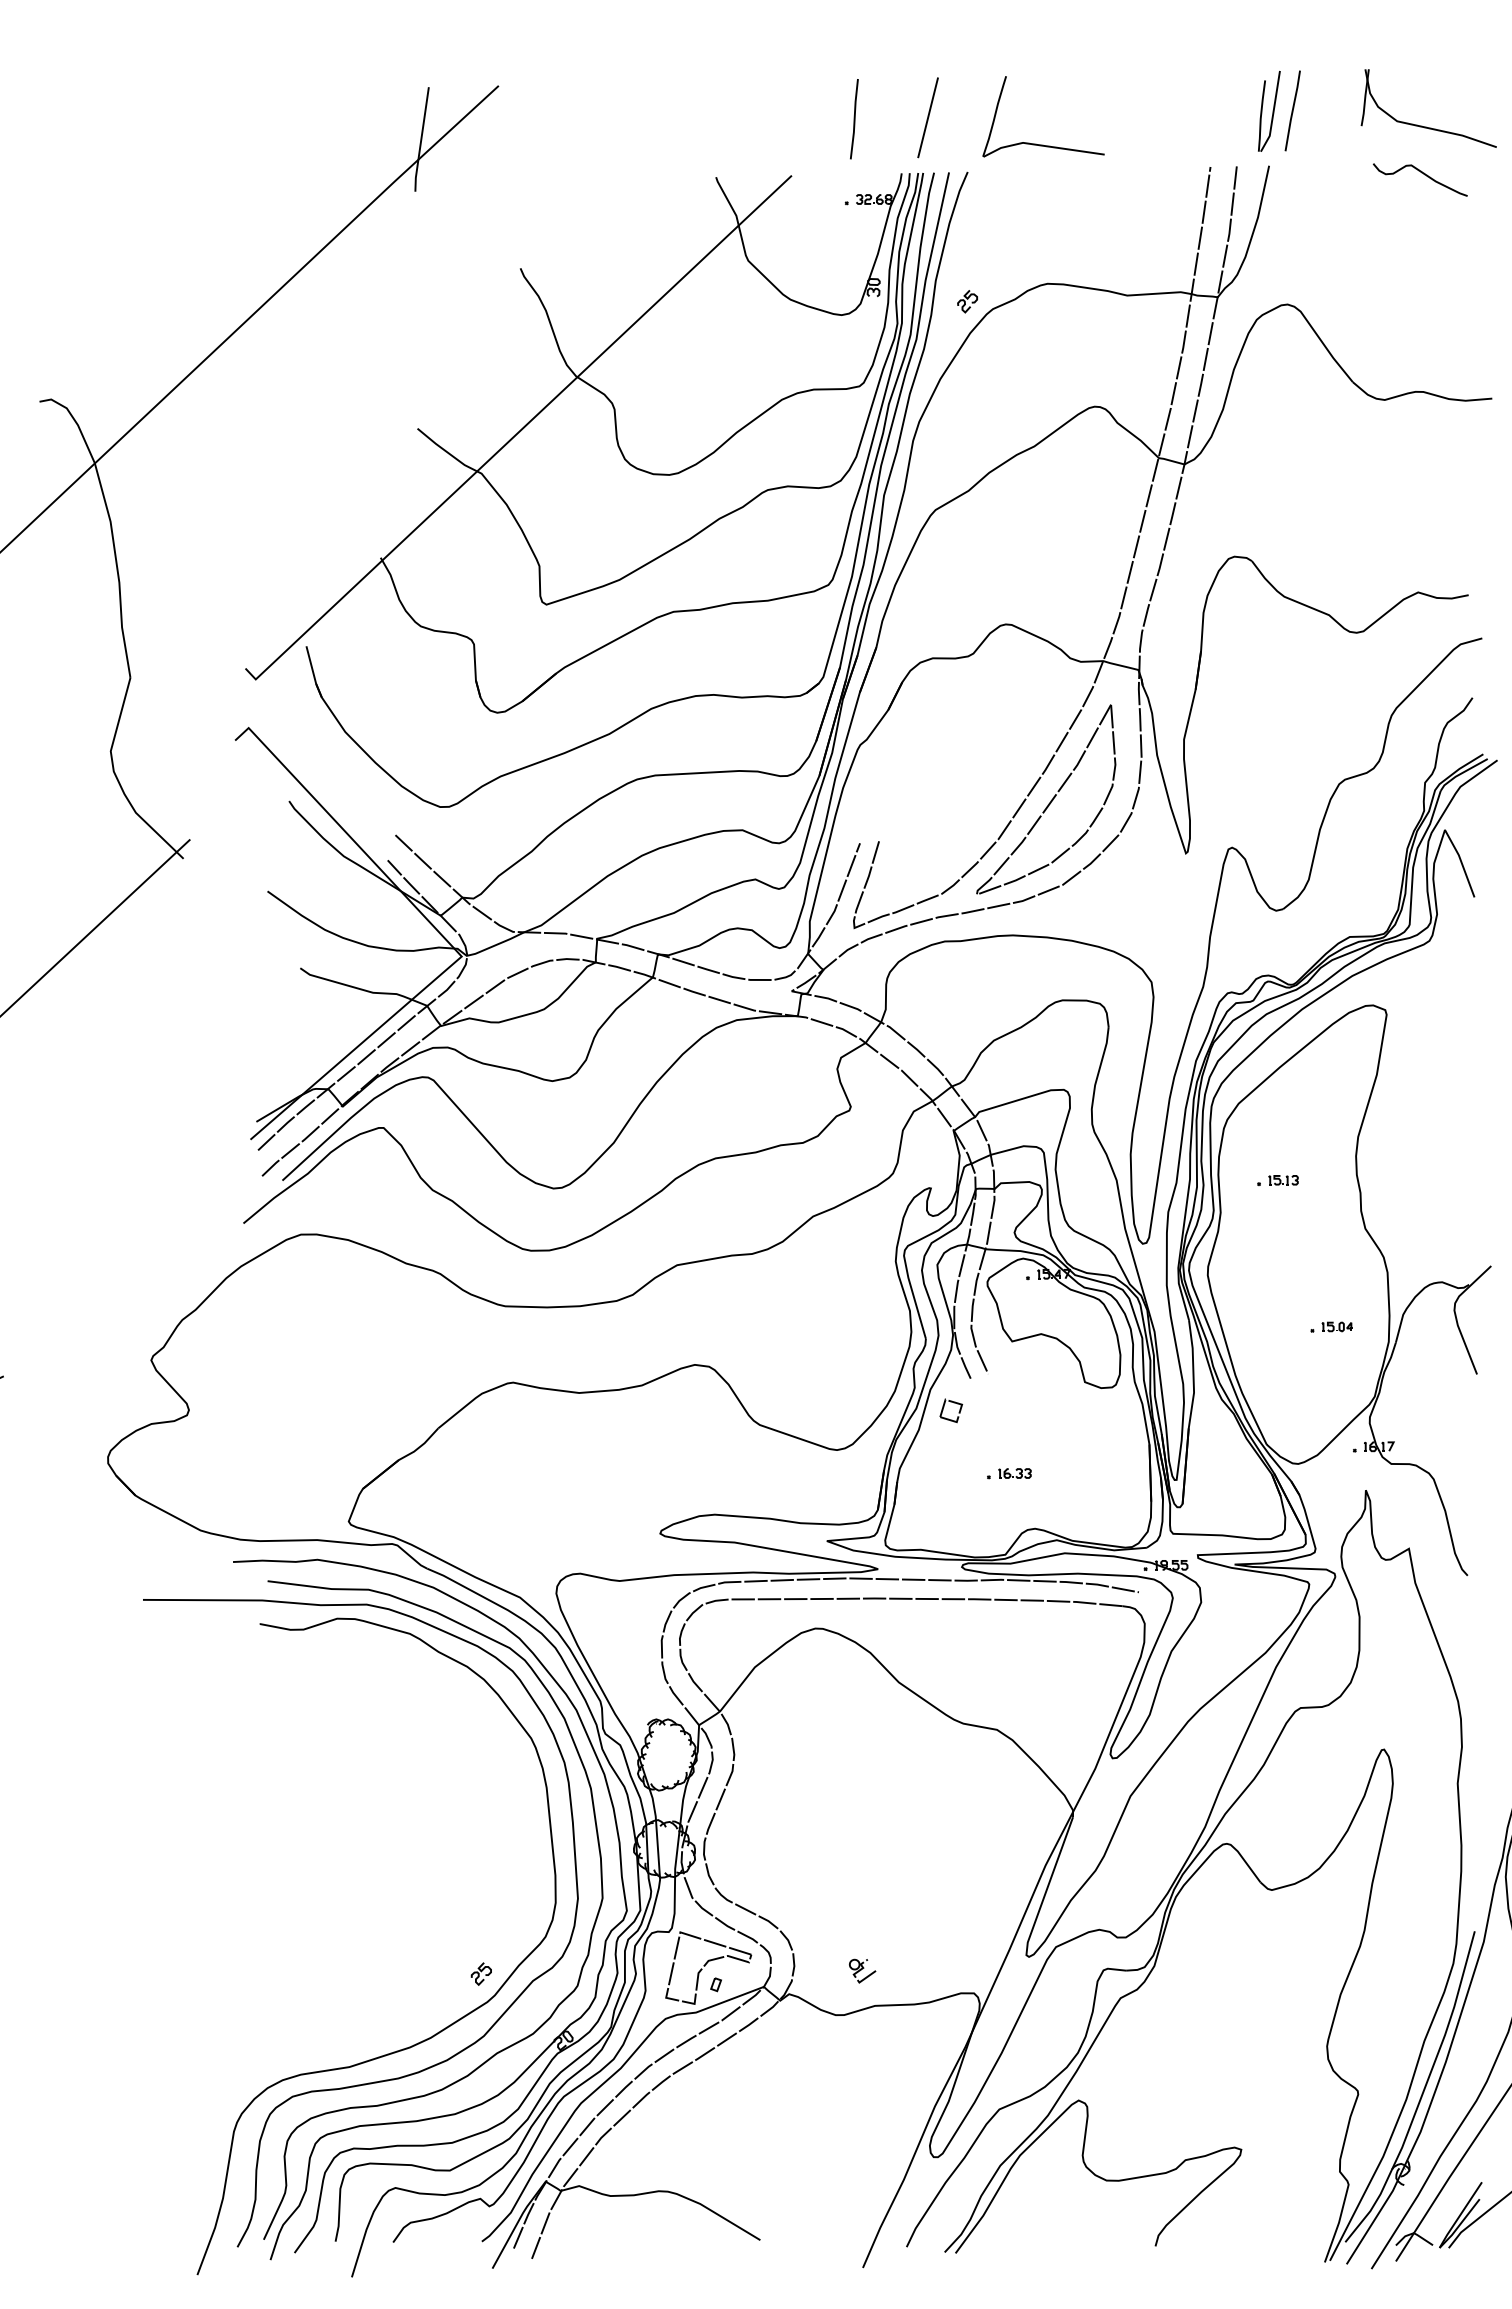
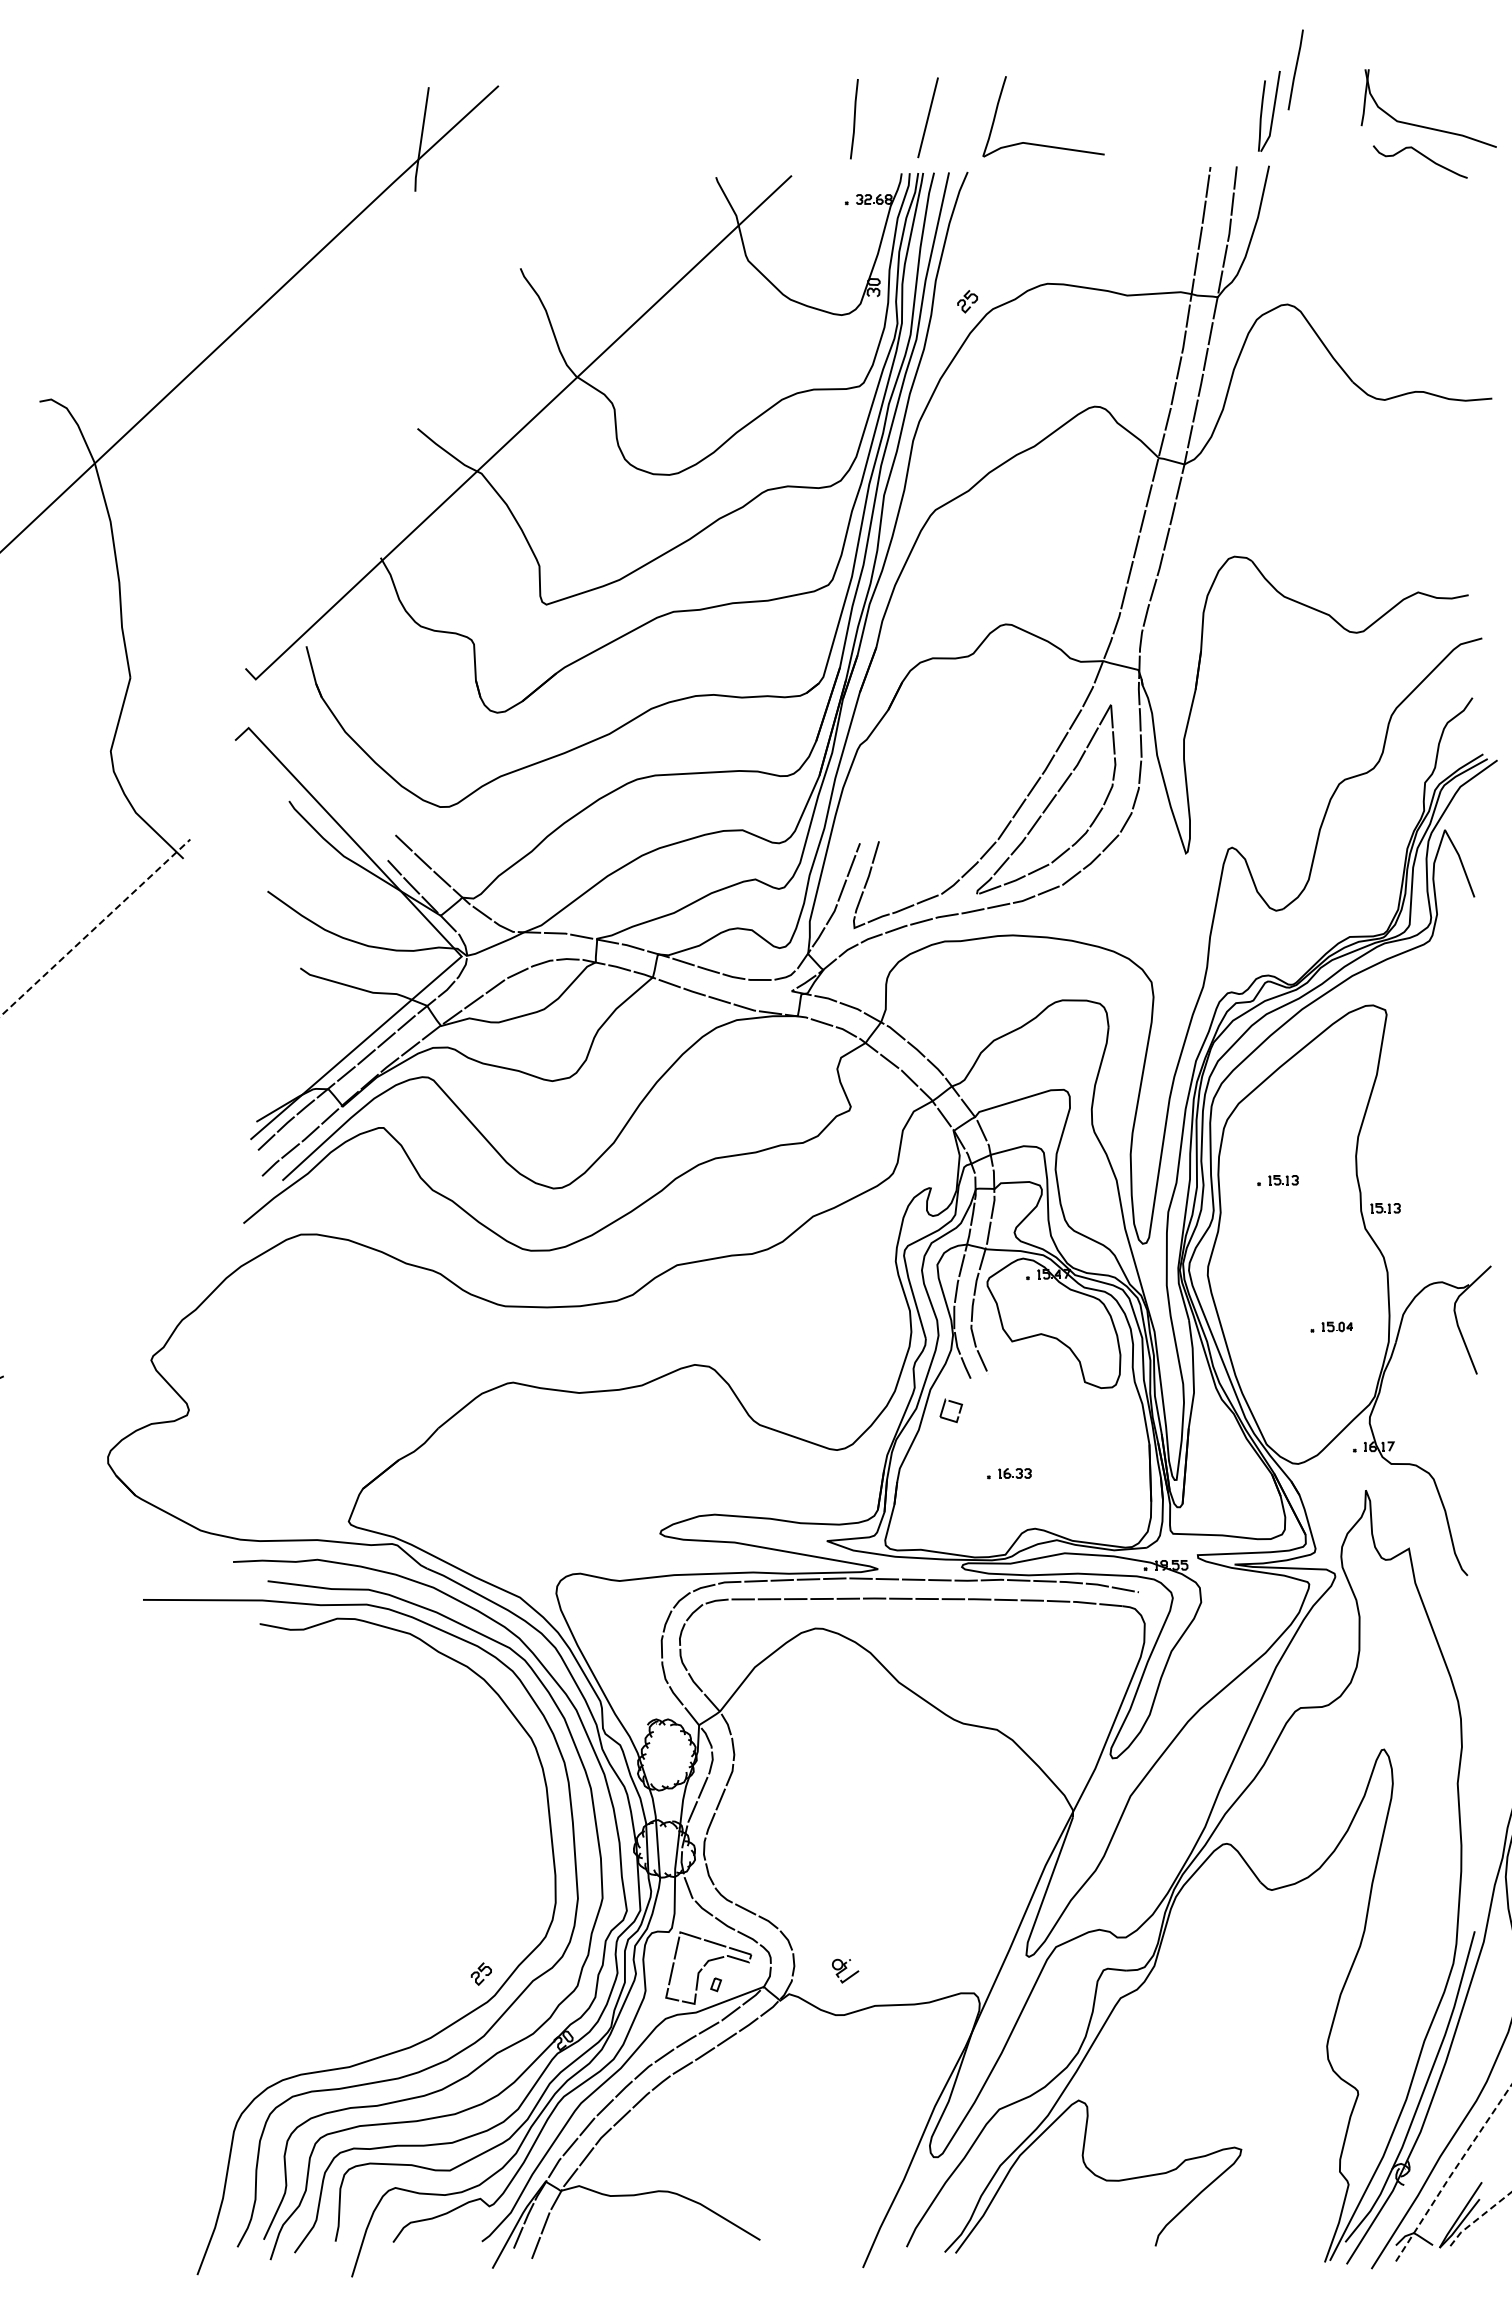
line at (1292, 110) position: (1292, 110) -> (1295, 69)
curve at (1421, 173) position: (1421, 173) -> (1421, 155)
line at (96, 927): solid -> dashed
part at (1385, 1208): none -> present
part at (862, 1970) position: (862, 1970) -> (845, 1970)
line at (1452, 2173): solid -> dashed
line at (1478, 2218): solid -> dashed
